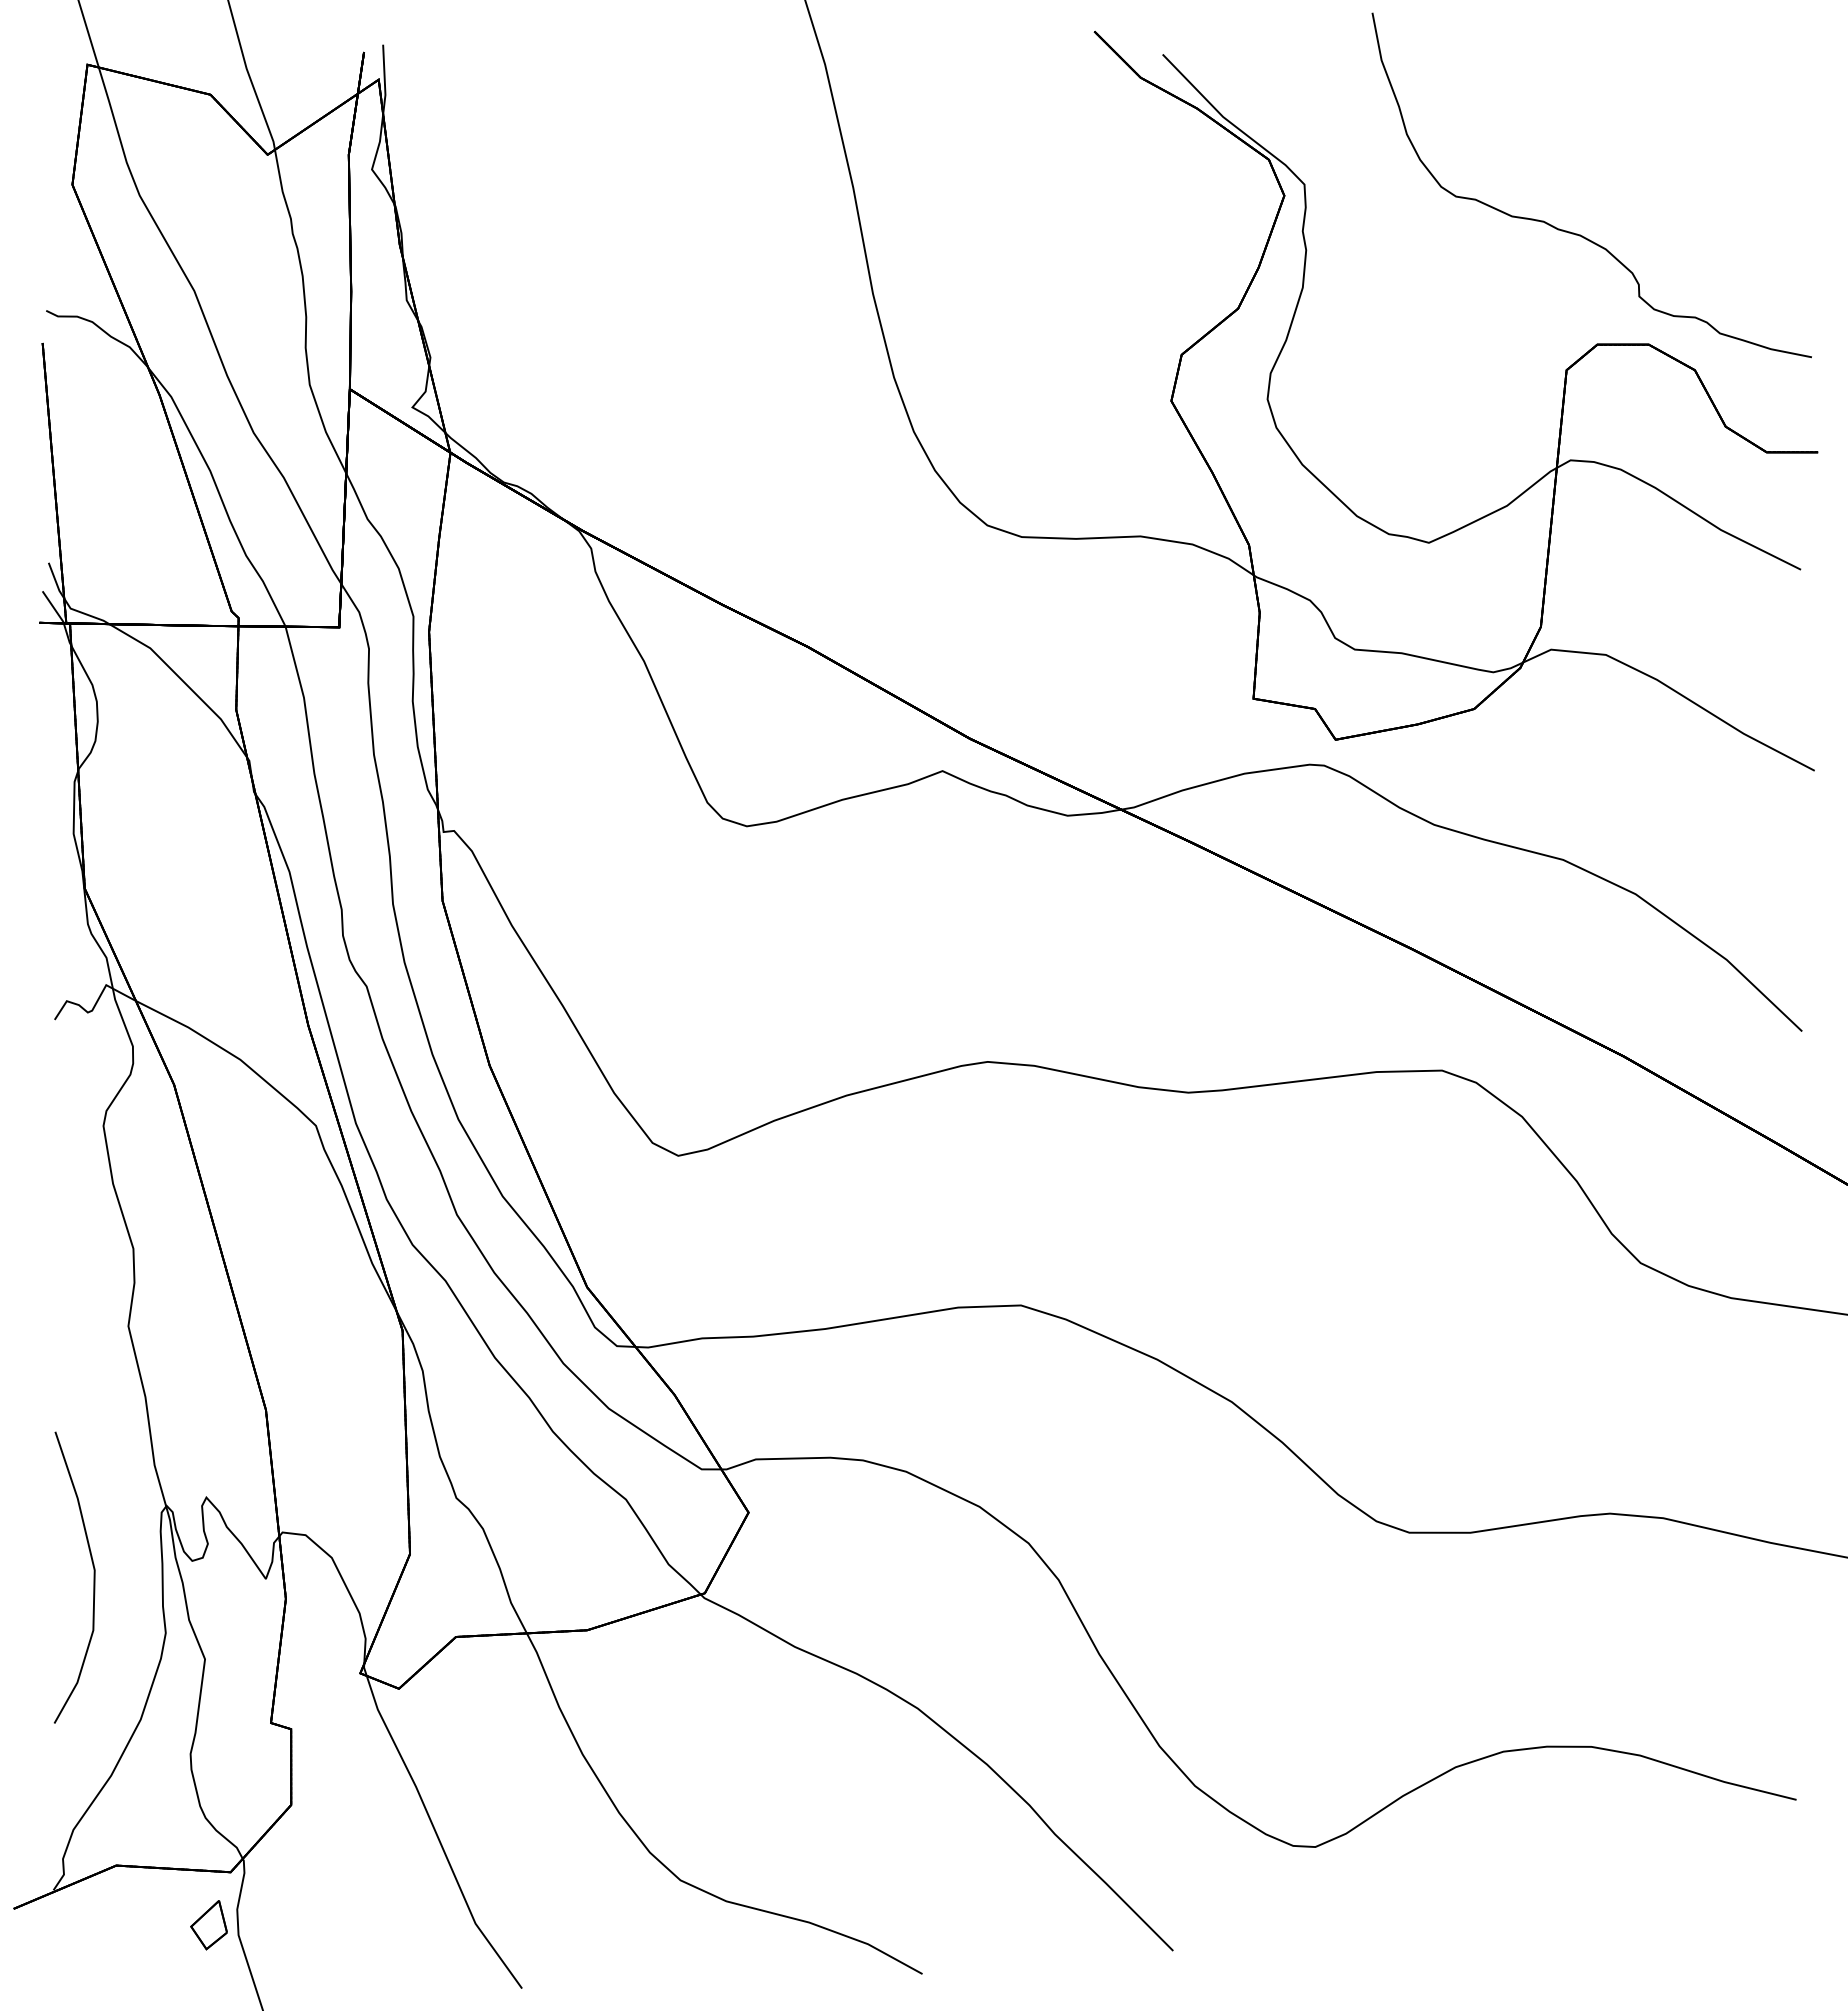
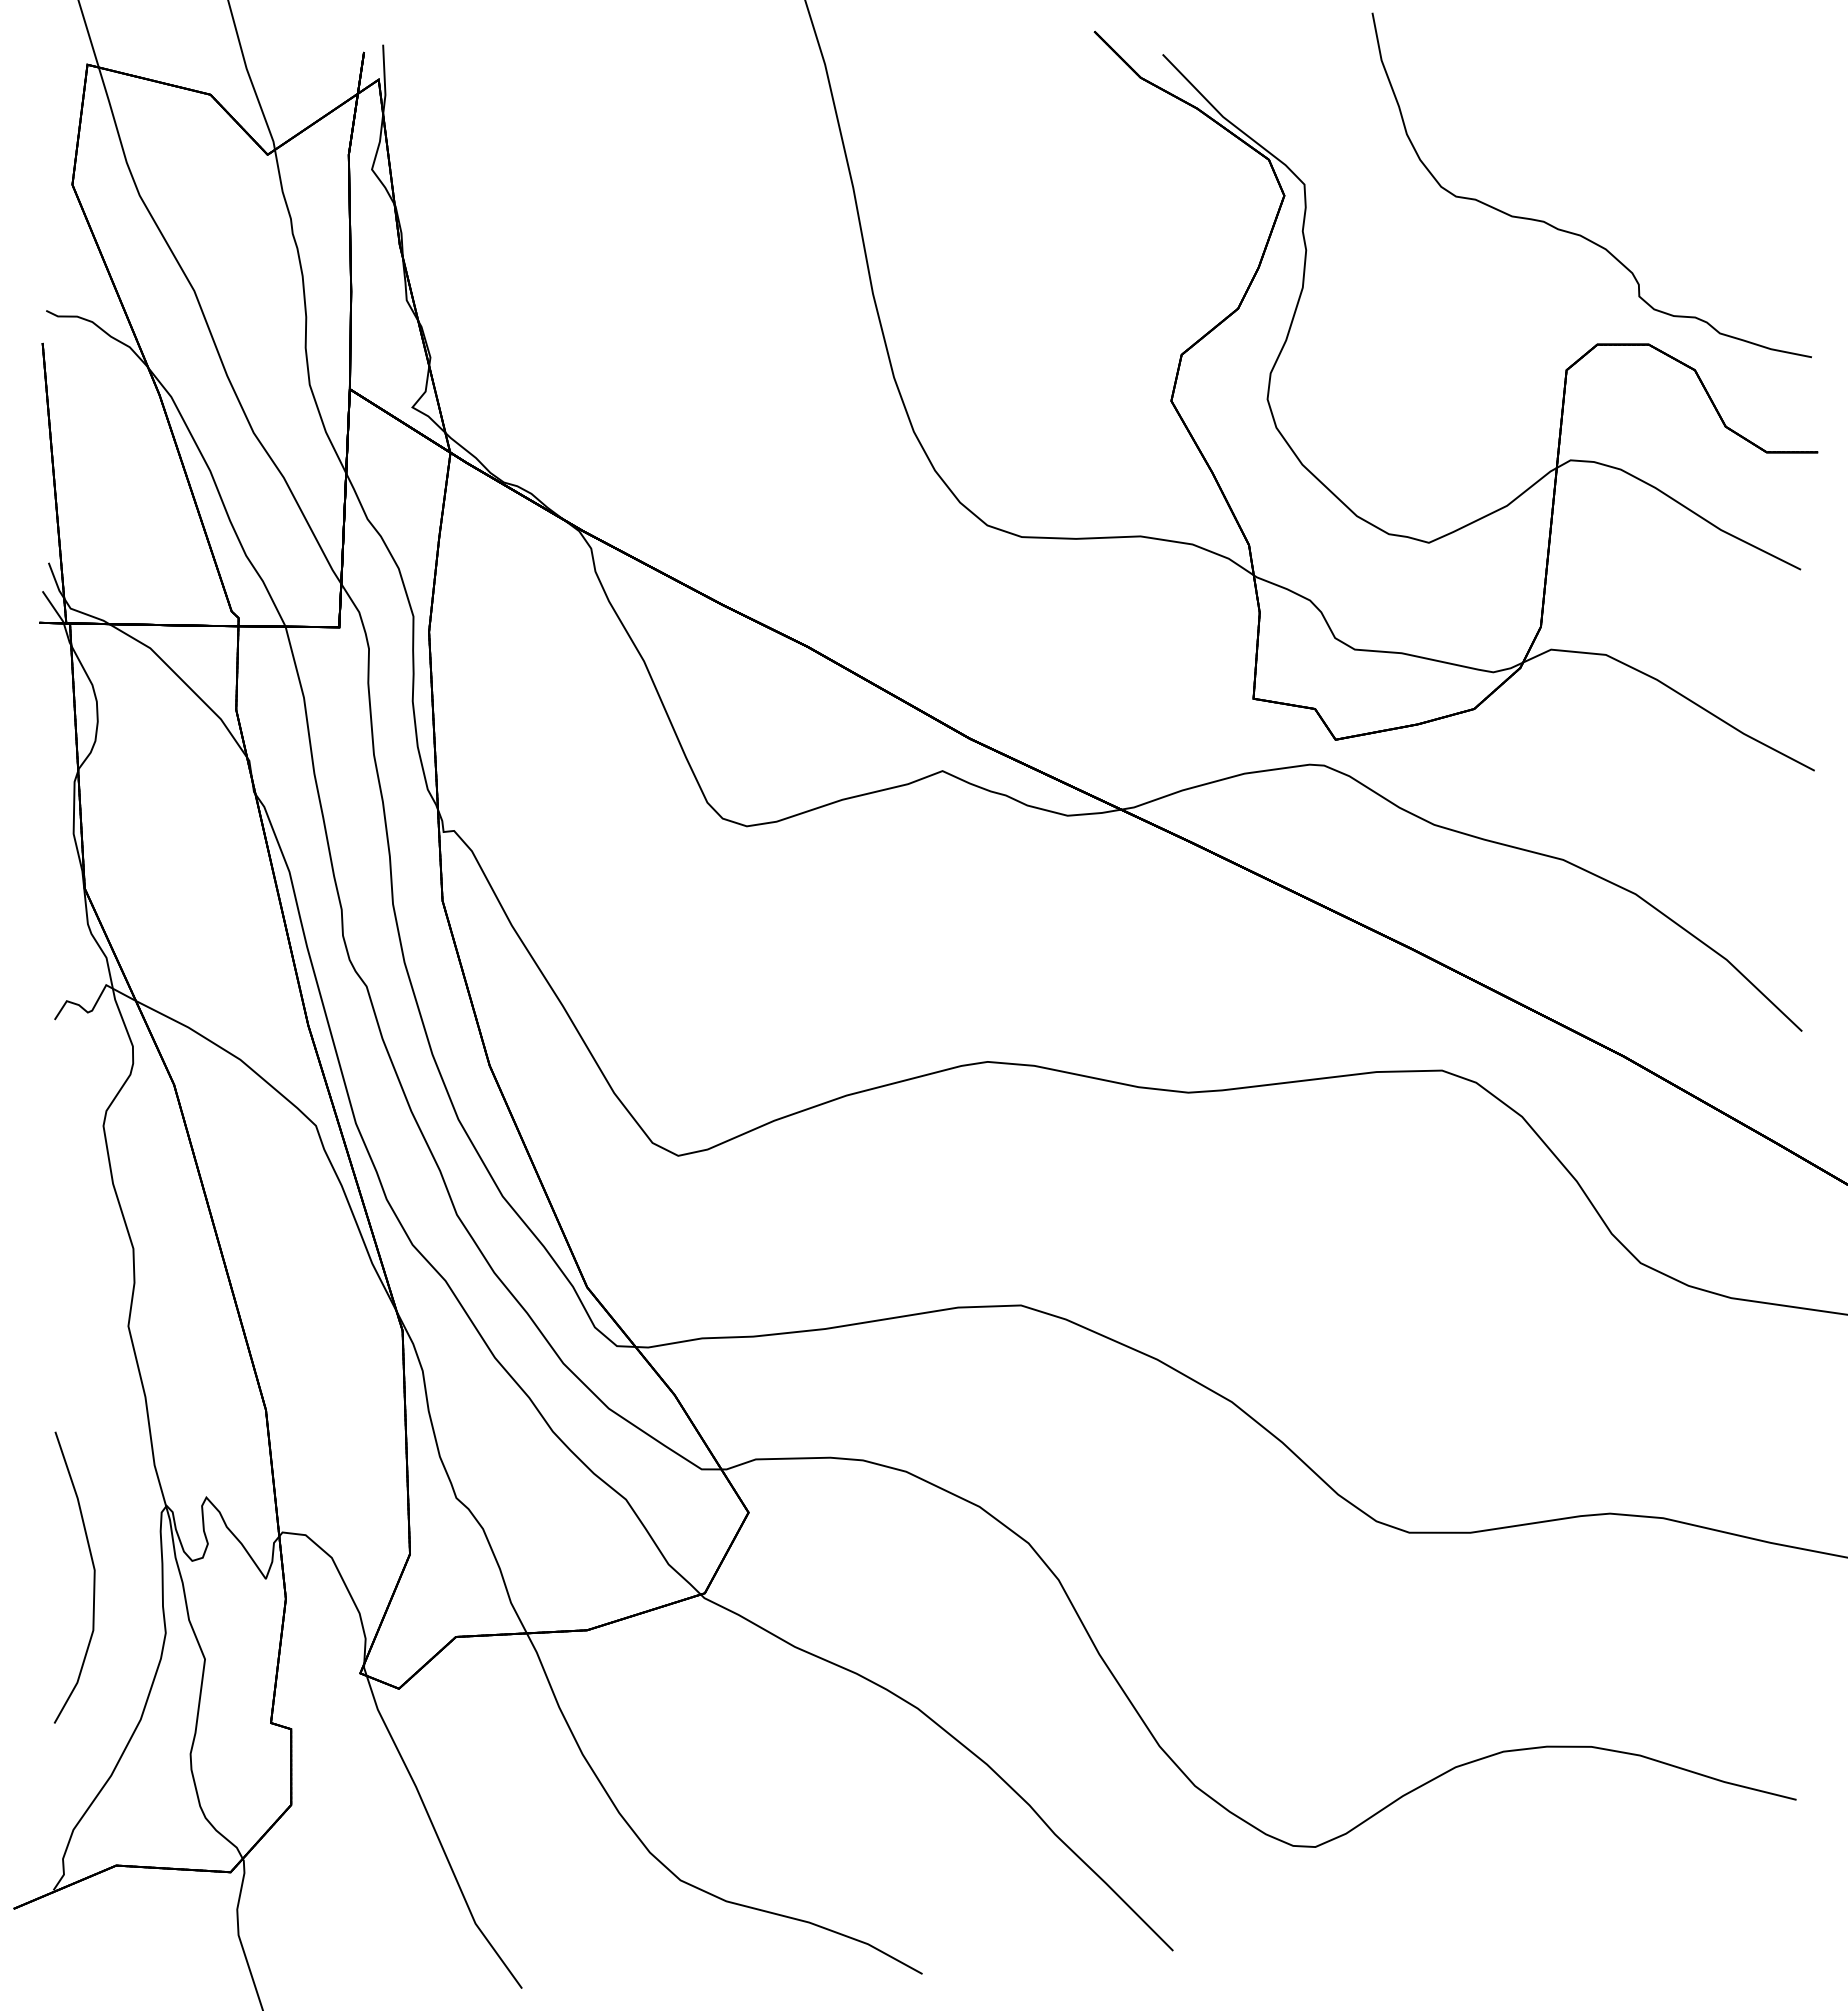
part at (208, 1925): present -> none
